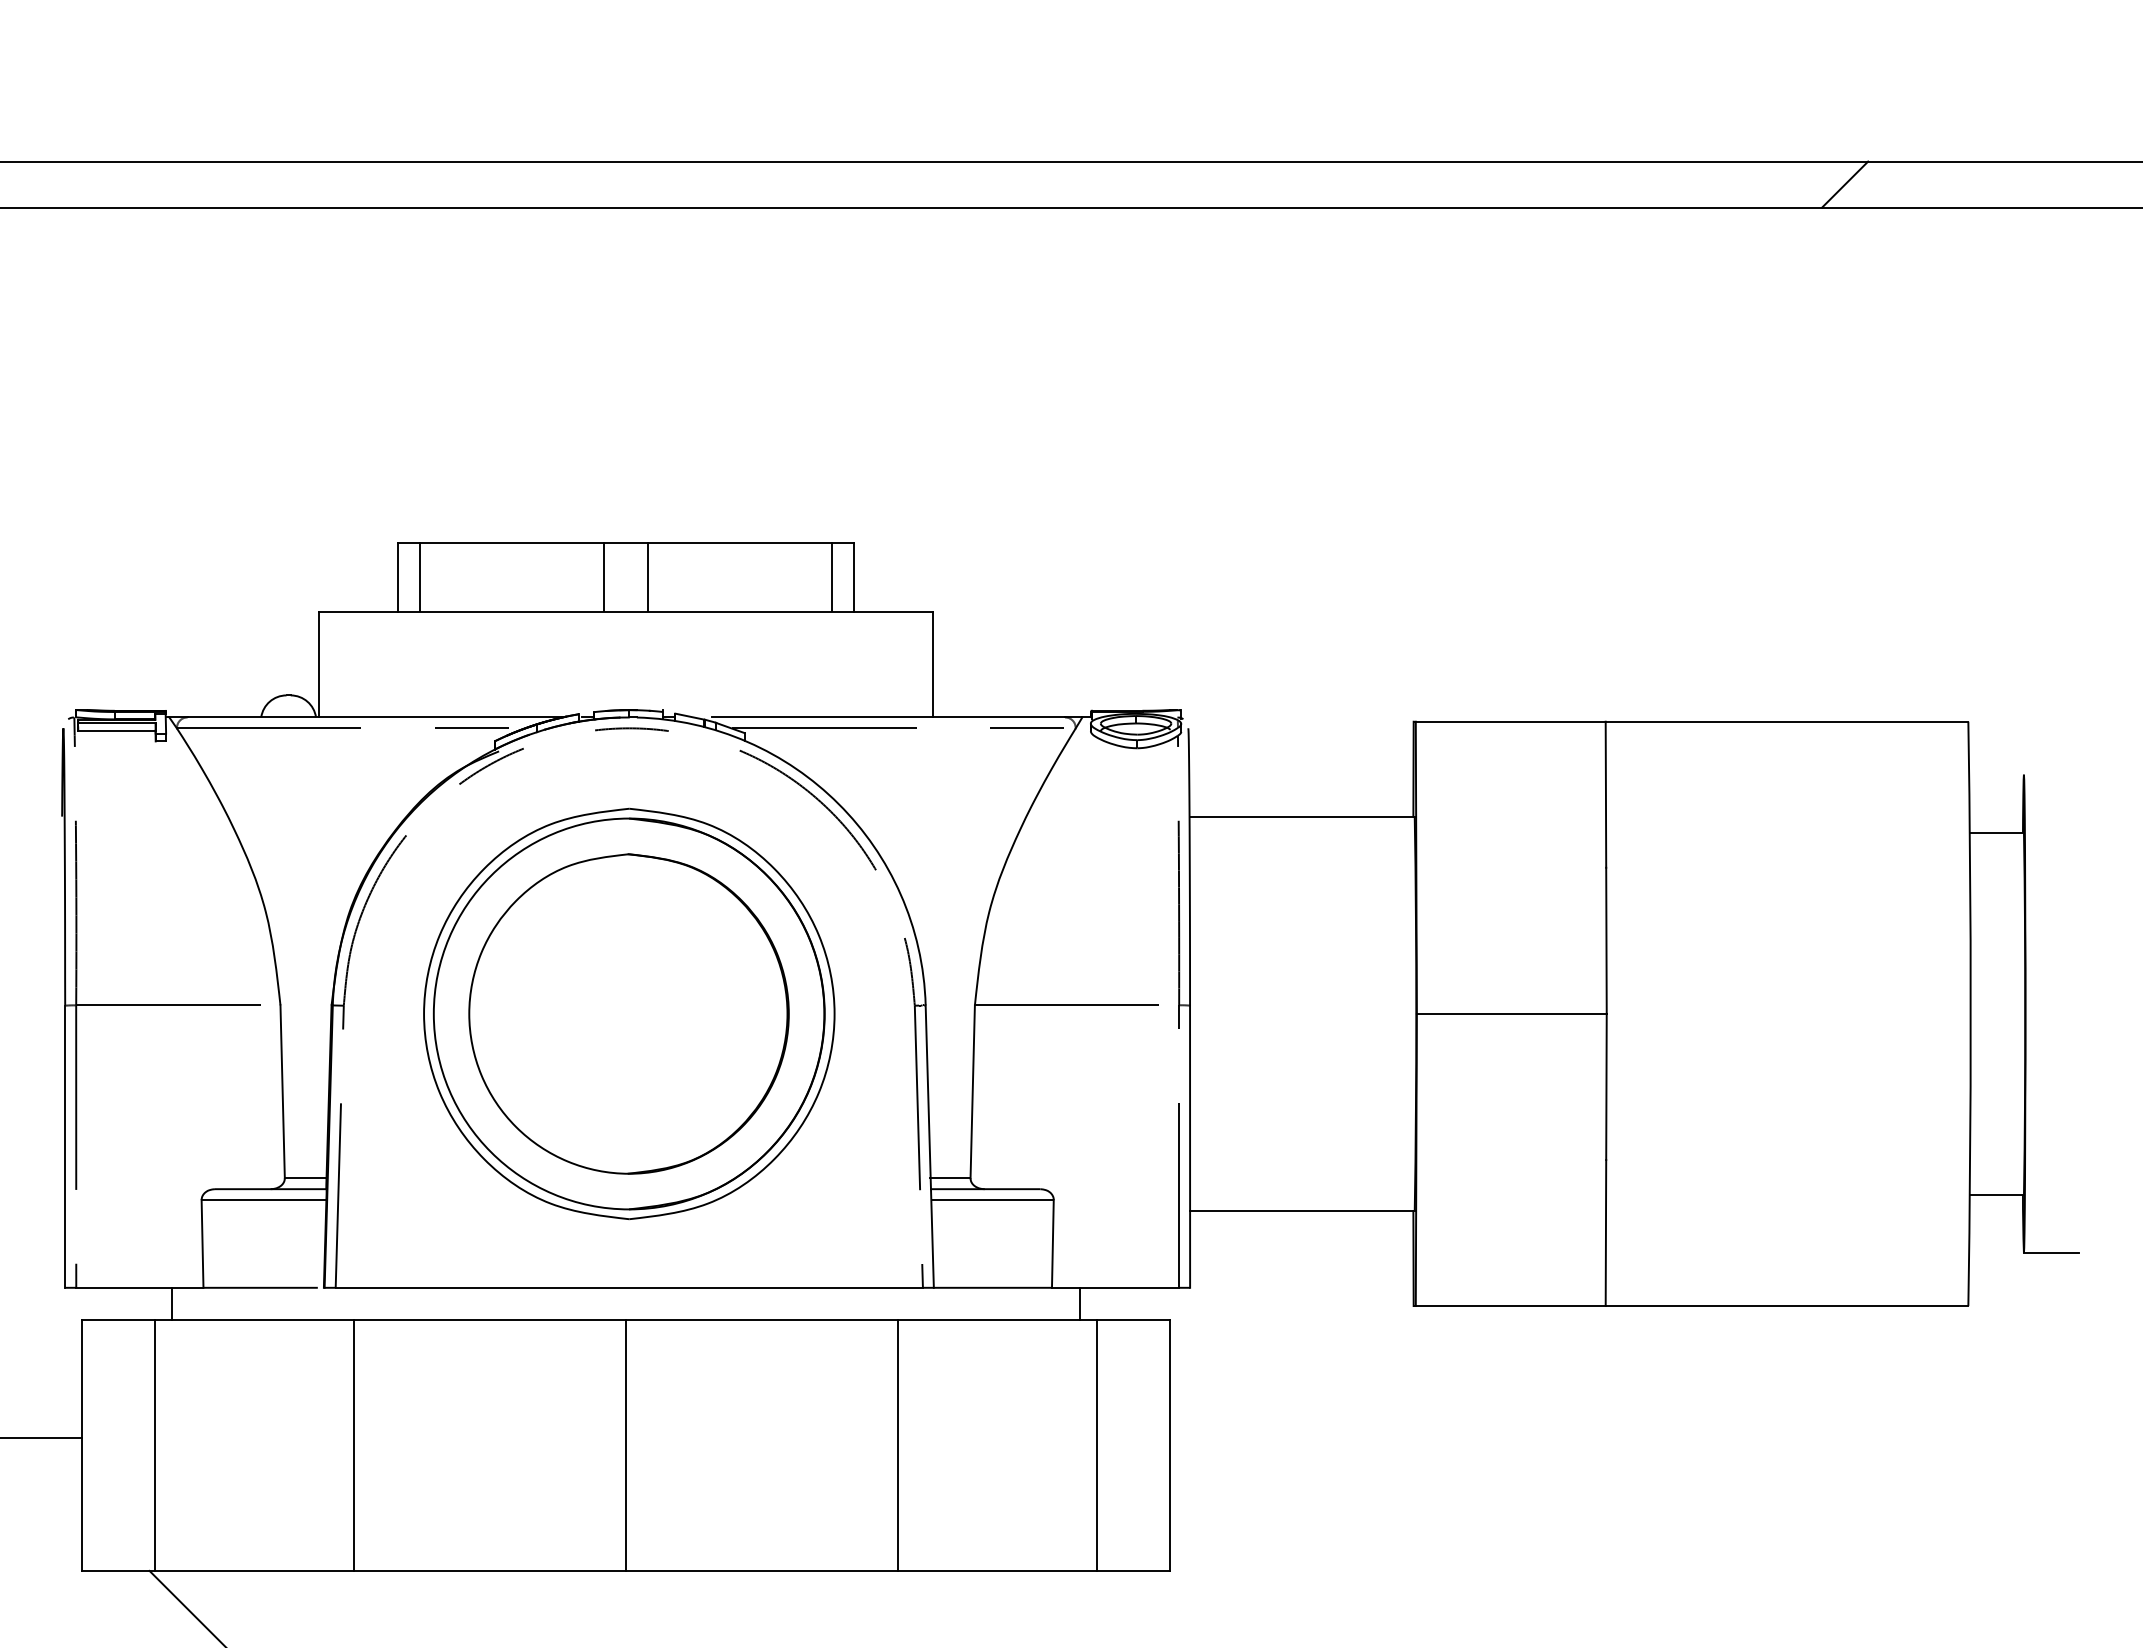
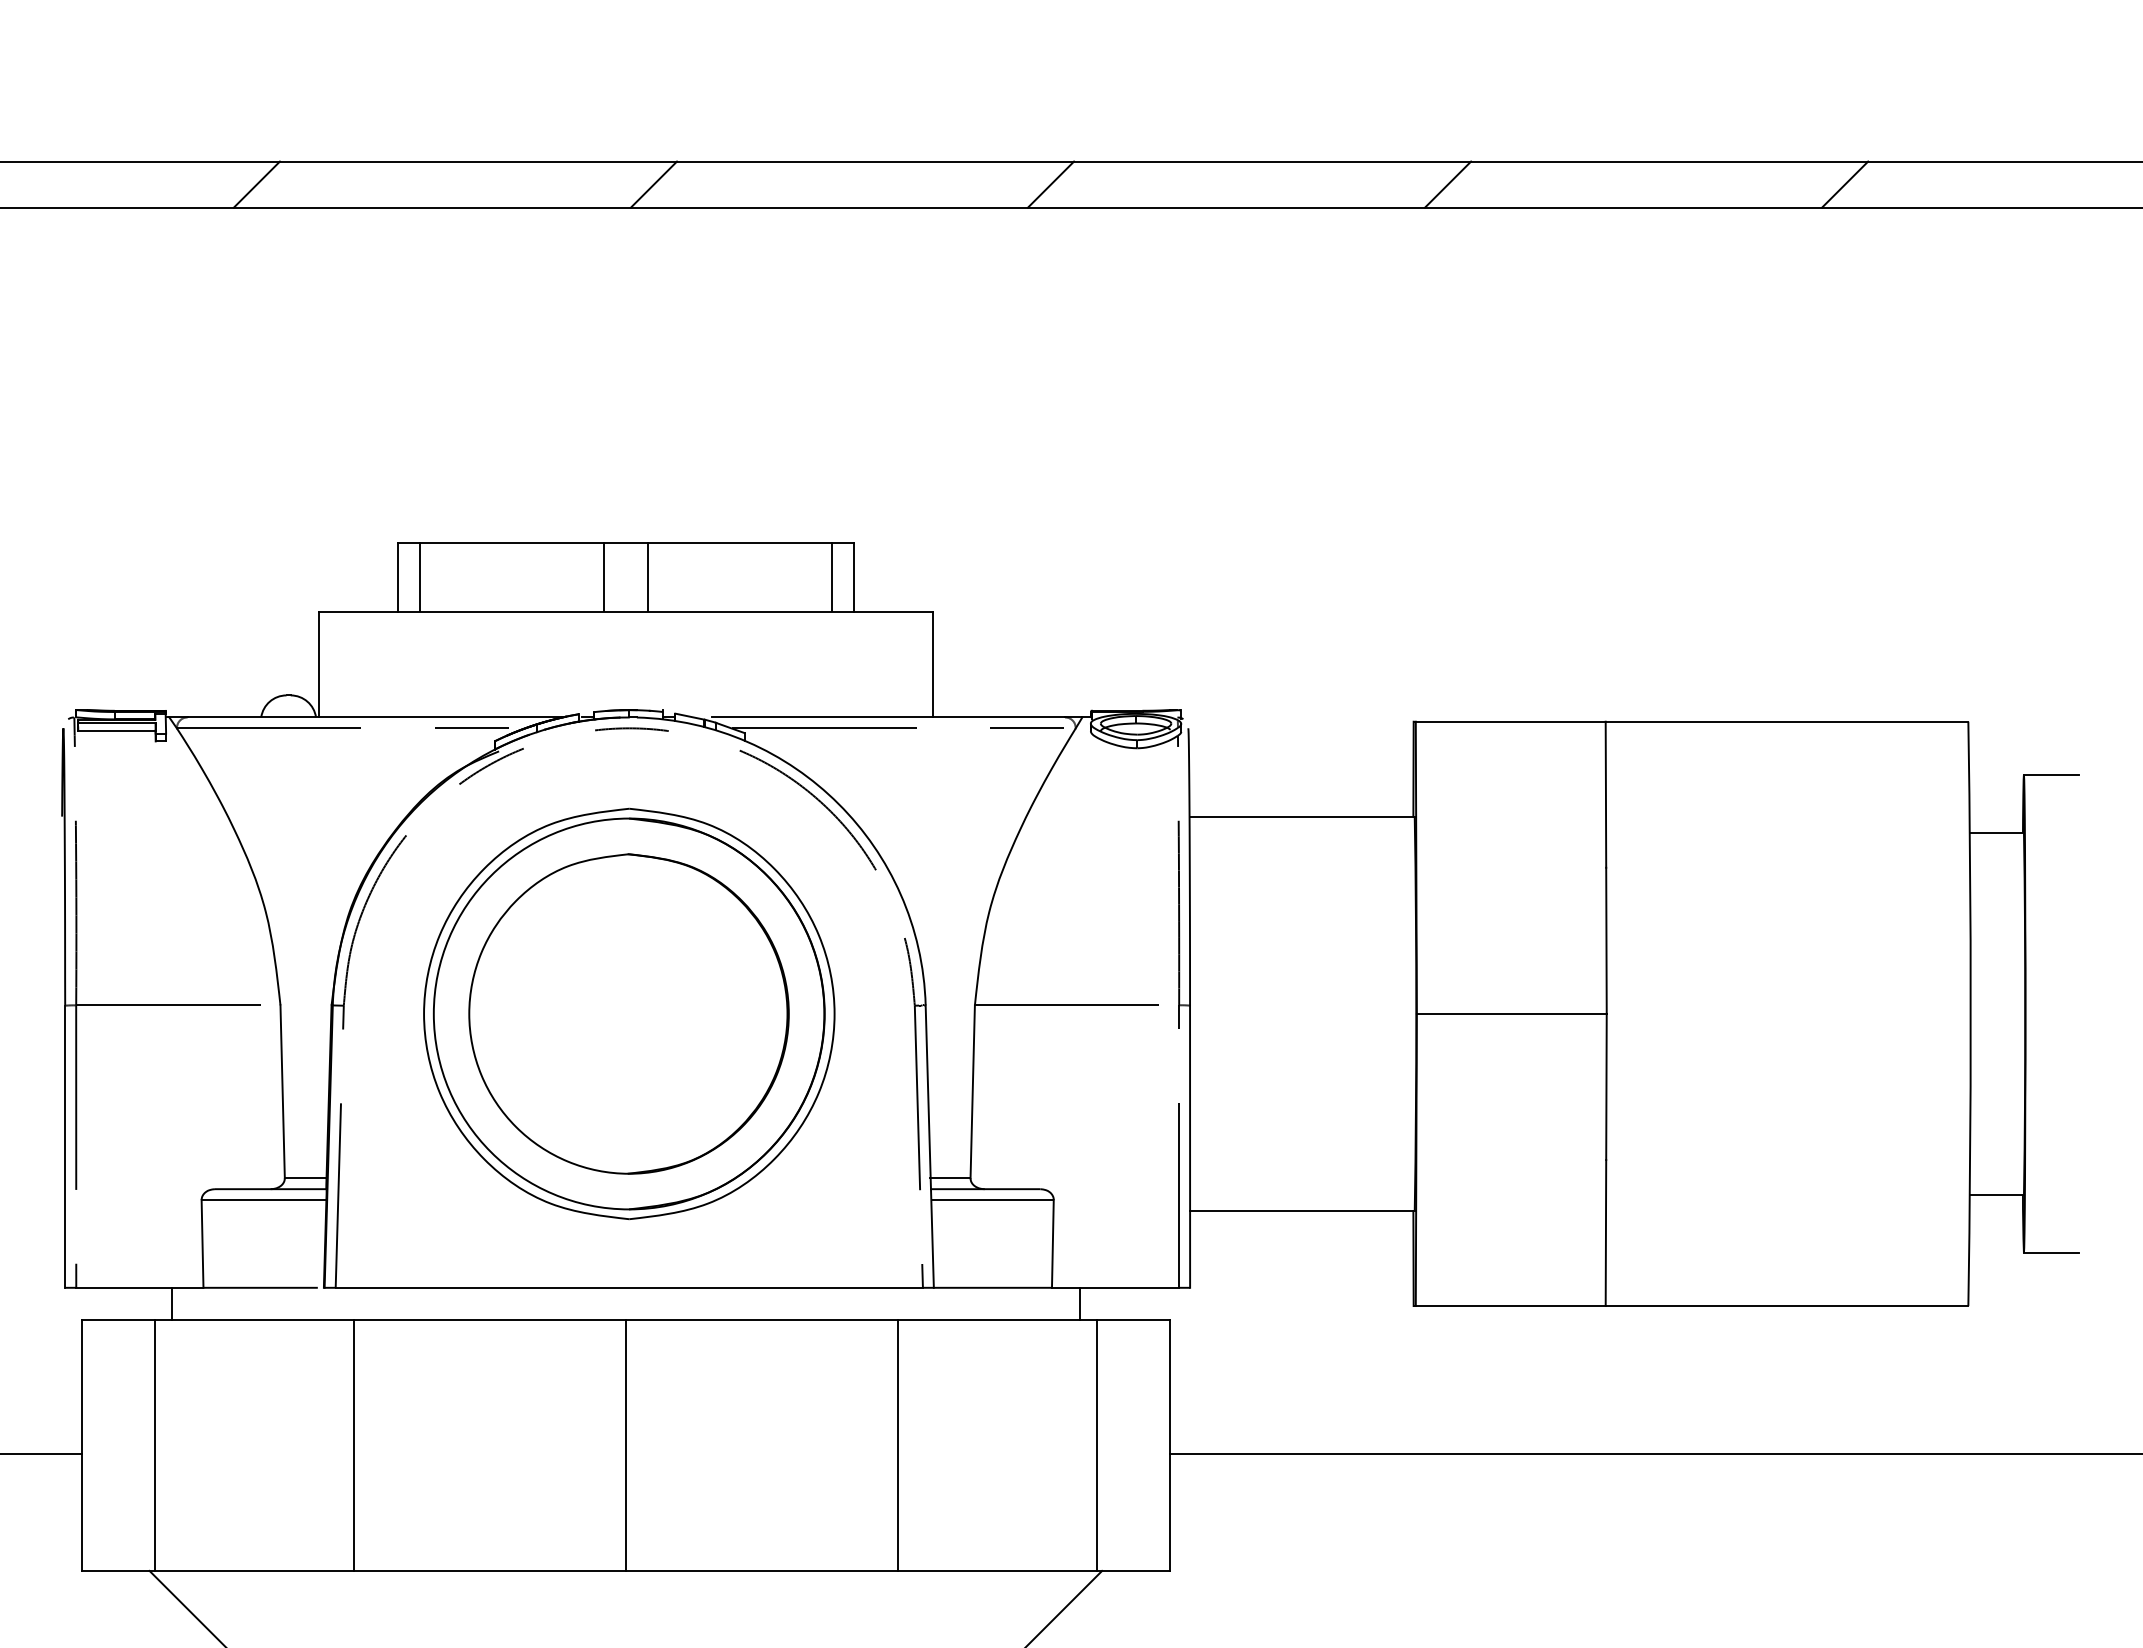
line at (256, 184): none -> present
line at (653, 184): none -> present
line at (1050, 184): none -> present
line at (1447, 184): none -> present
line at (2050, 774): none -> present
line at (41, 1437) position: (41, 1437) -> (41, 1453)
line at (1654, 1453): none -> present
line at (1065, 1607): none -> present
